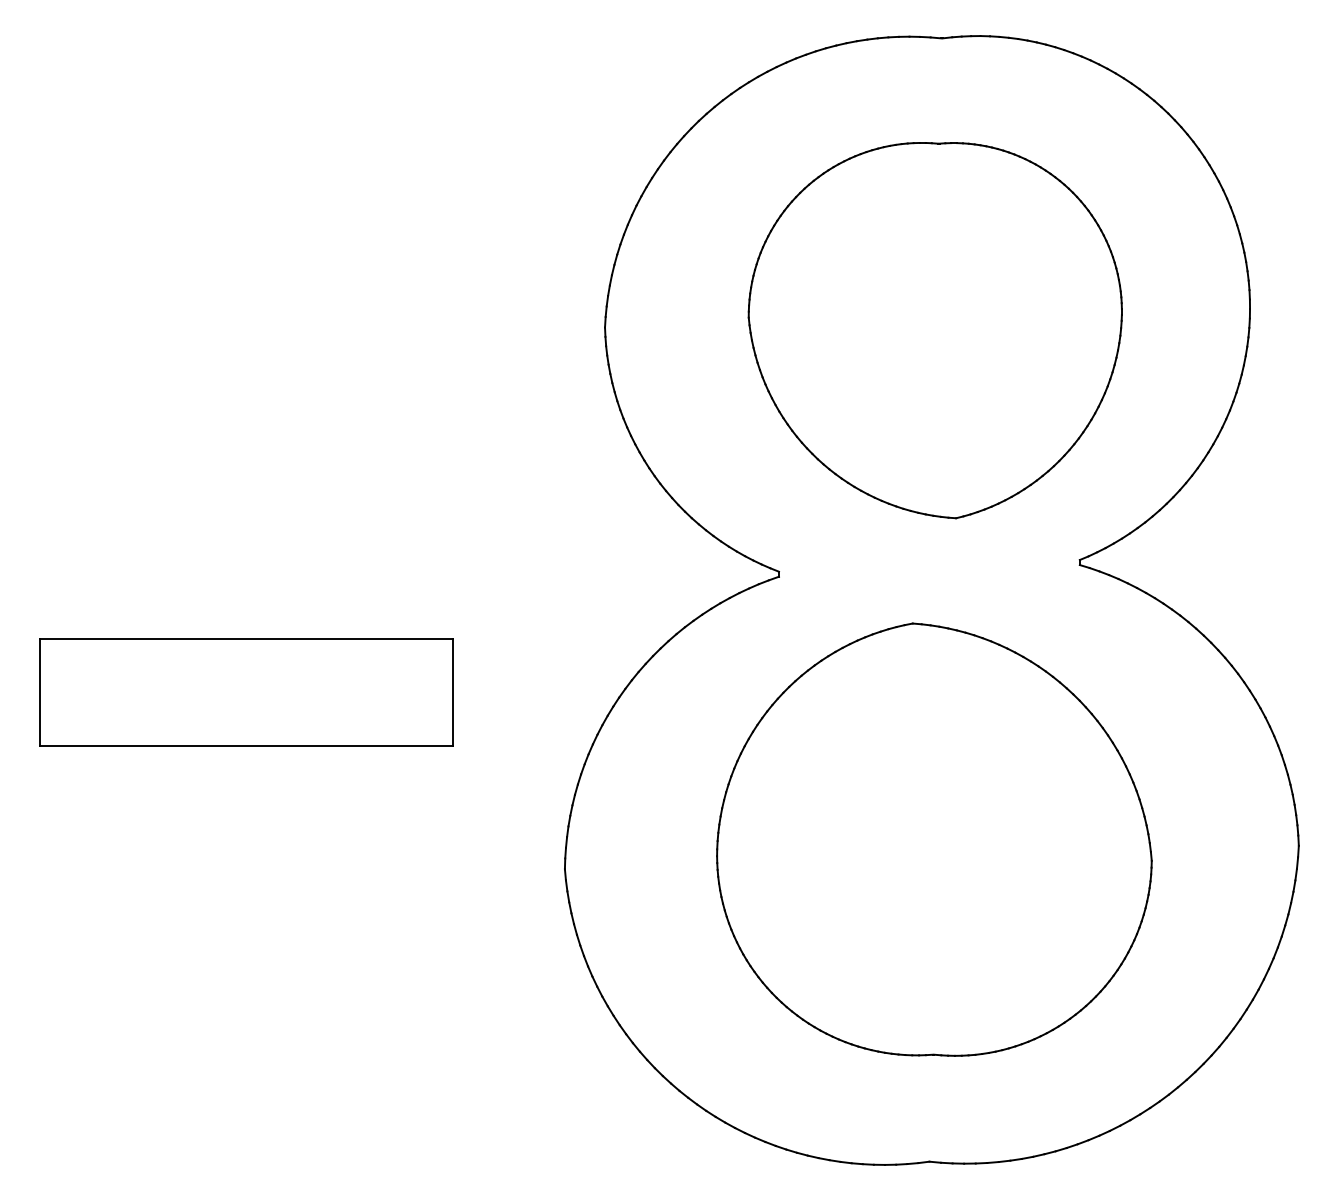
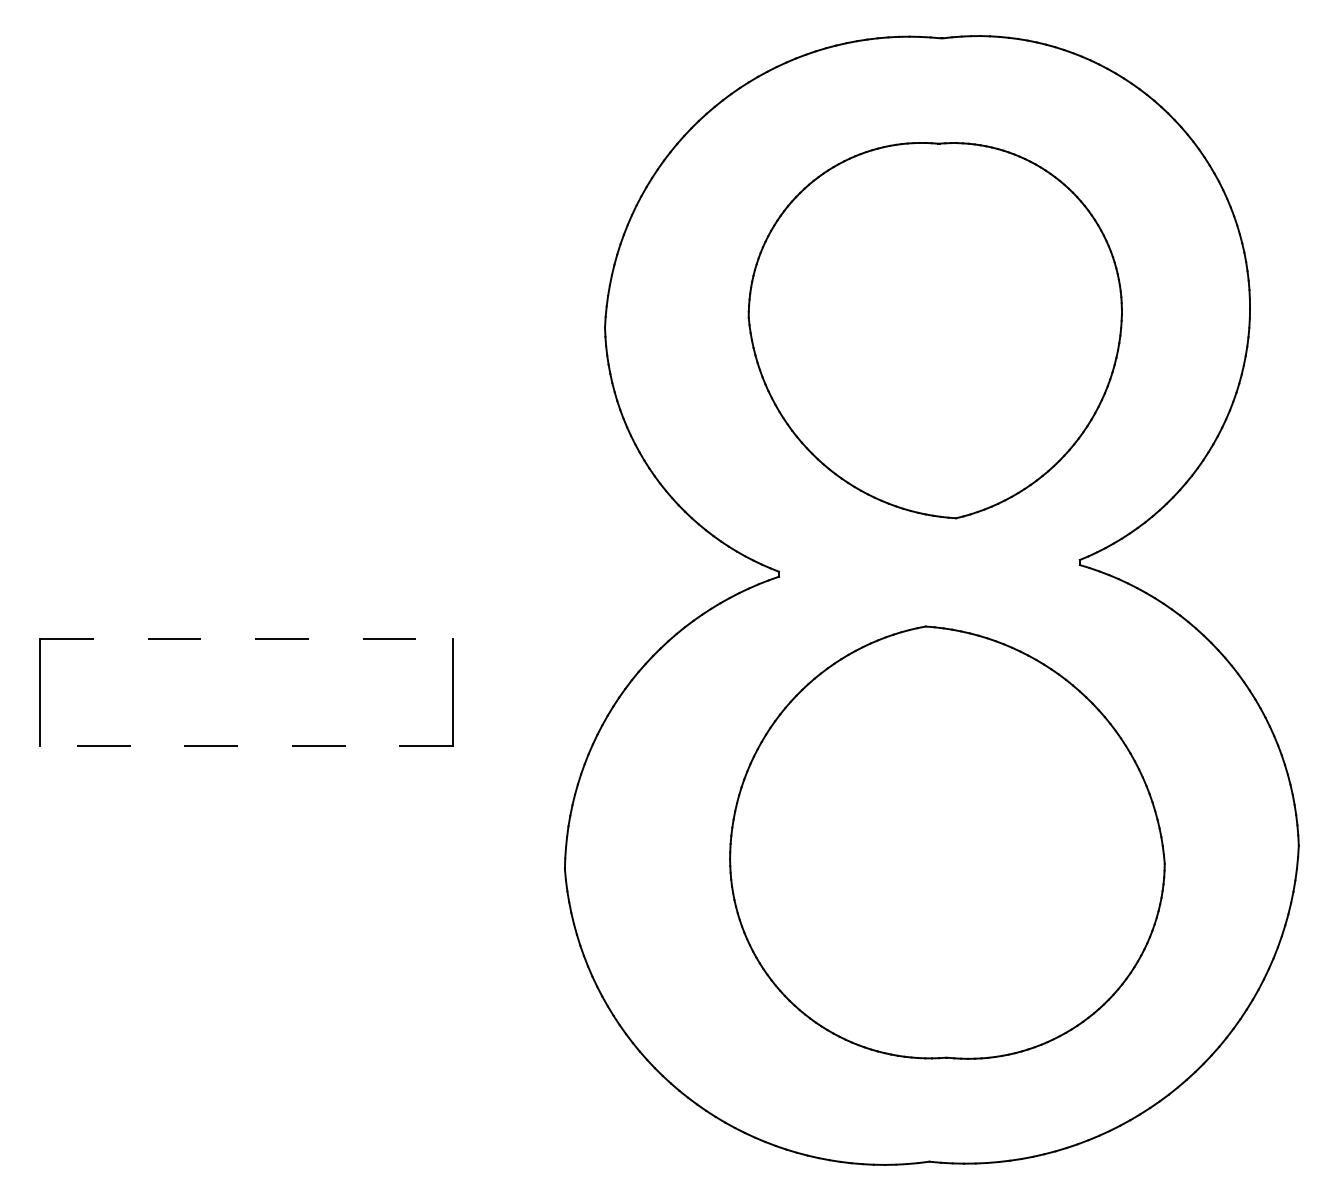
line at (246, 638): solid -> dashed
line at (246, 745): solid -> dashed
part at (934, 839) position: (934, 839) -> (947, 842)
